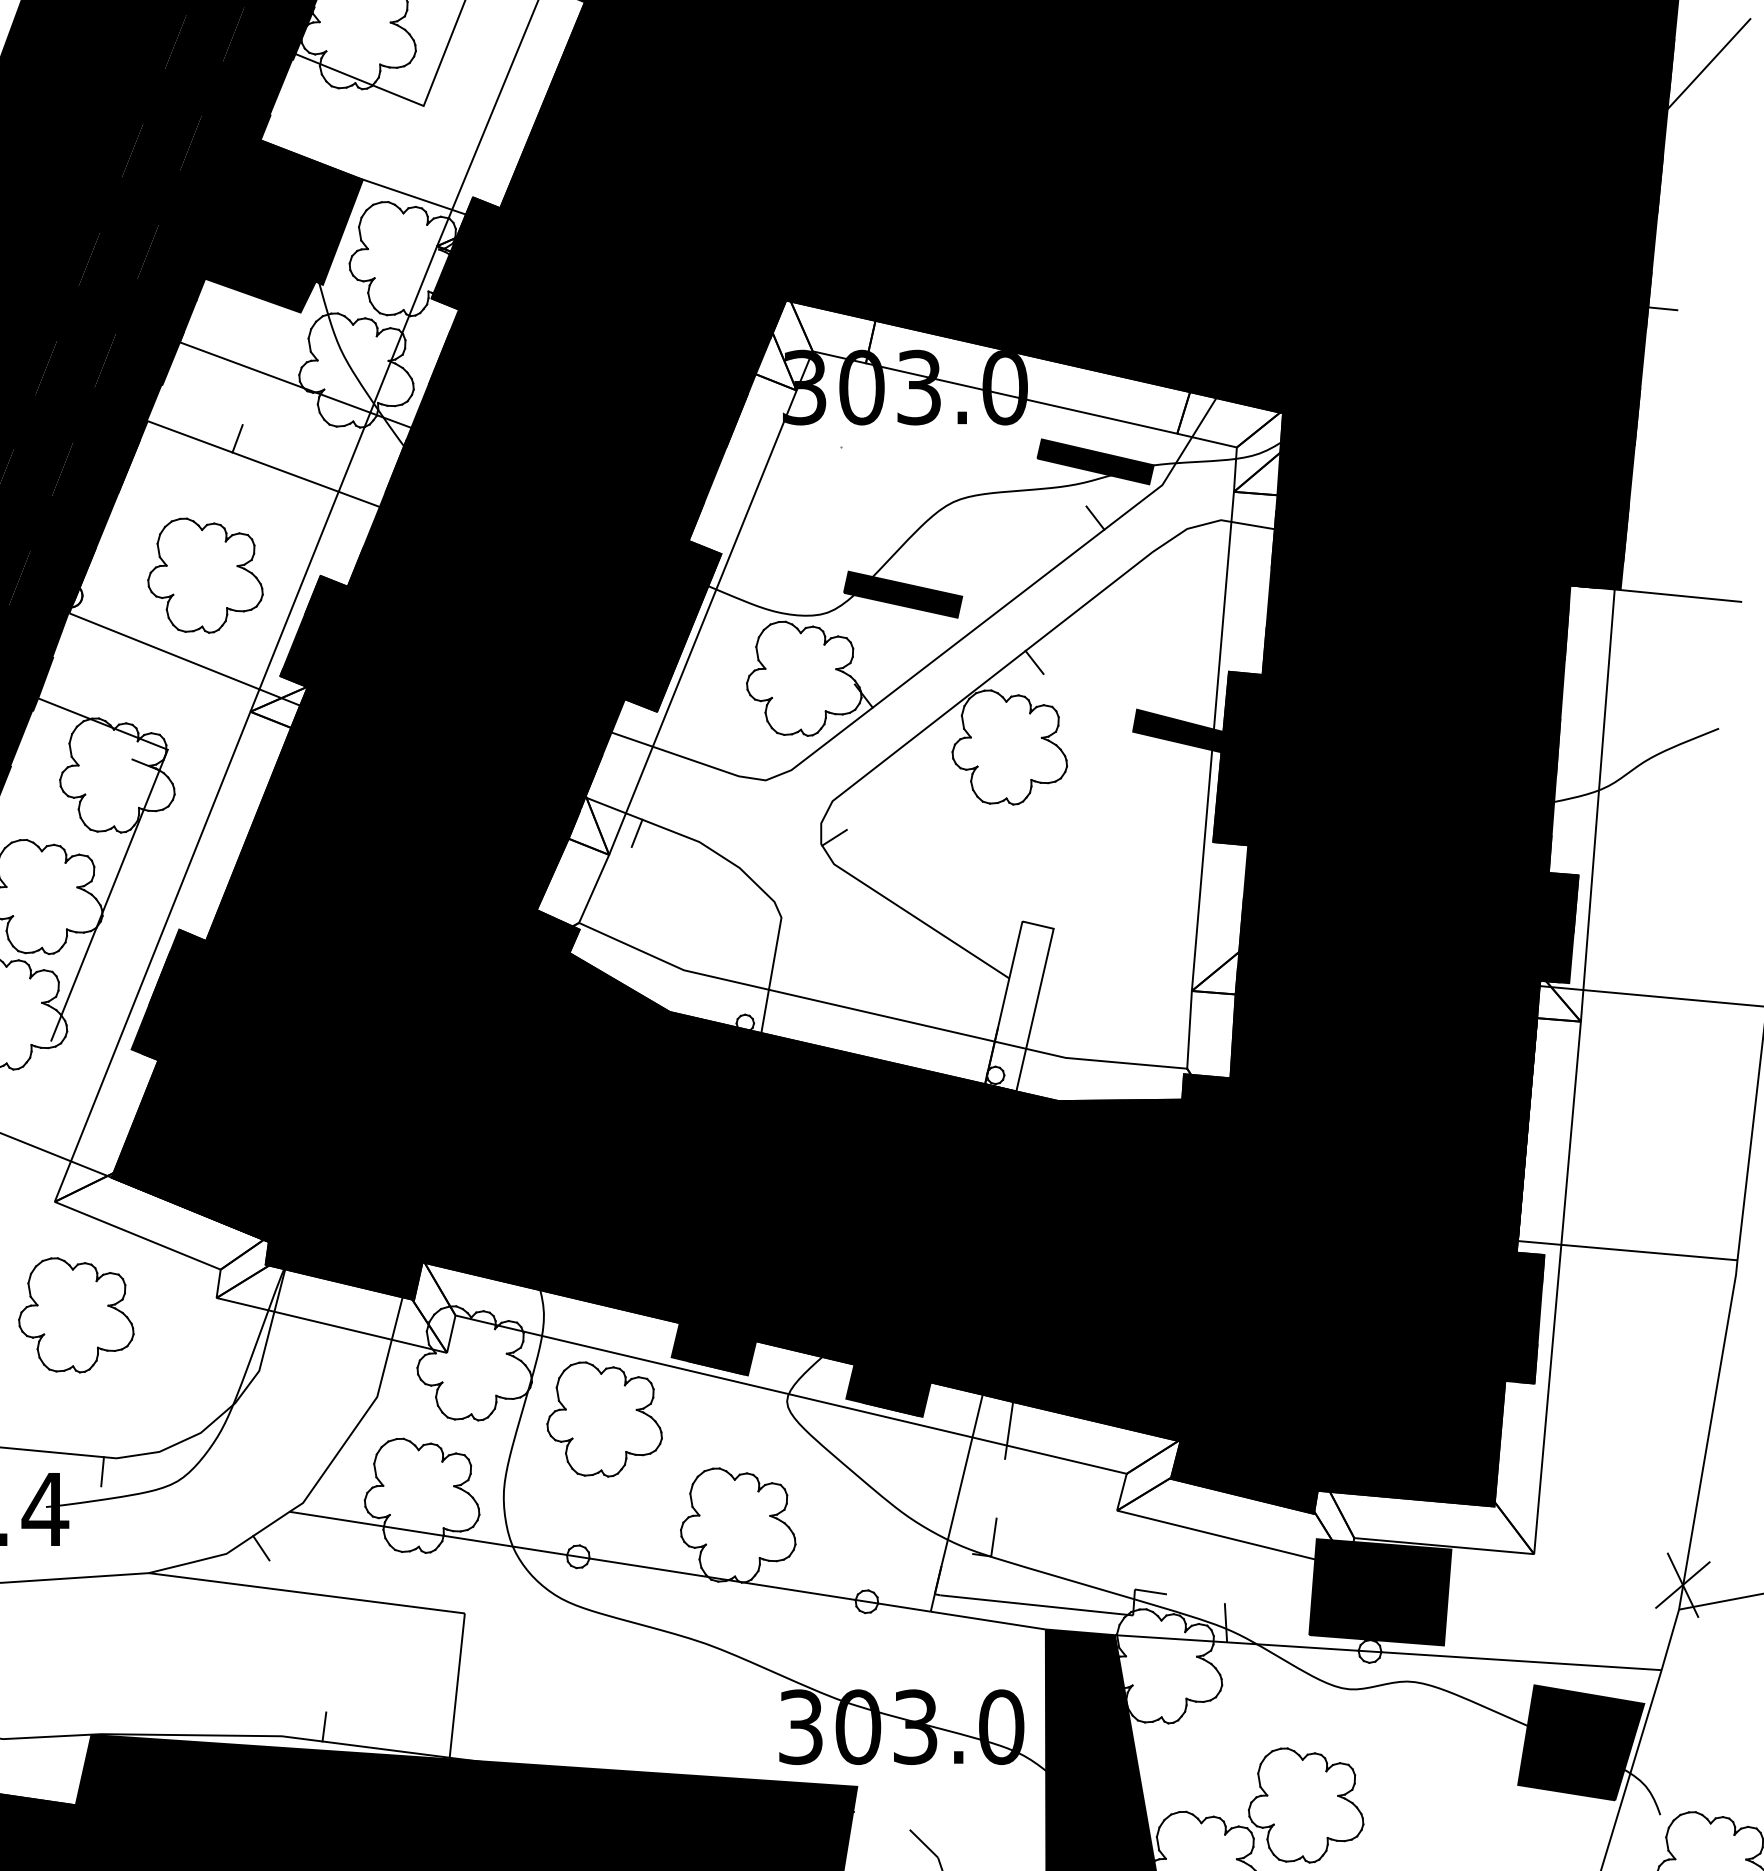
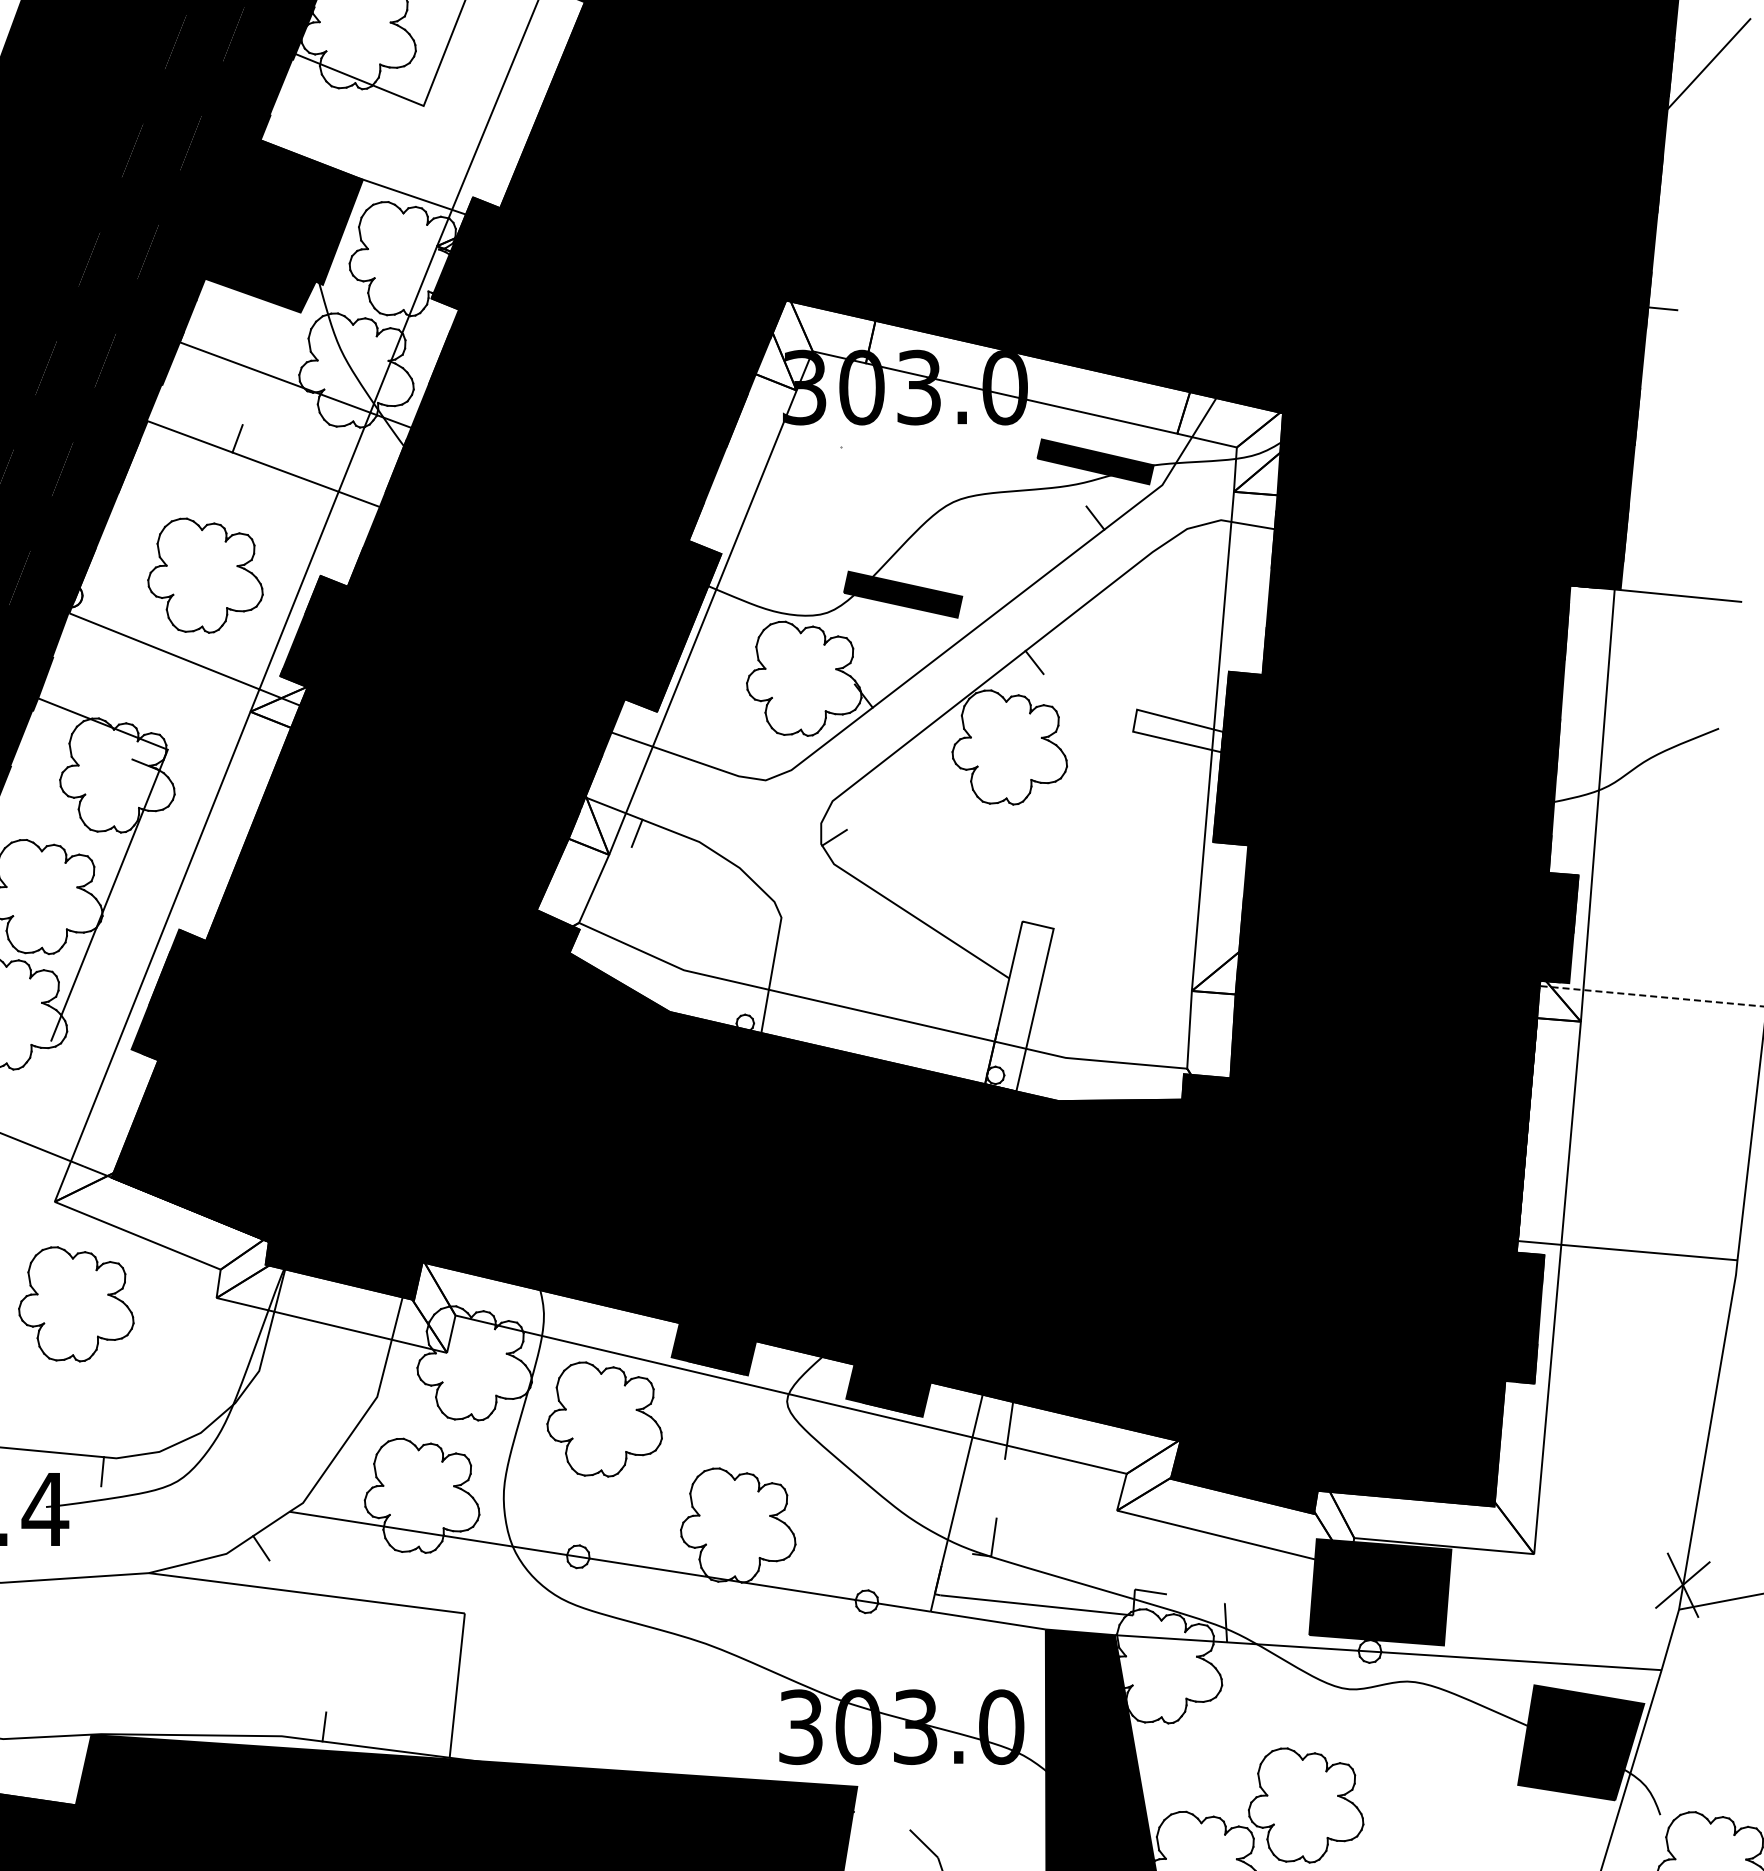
fill at (1178, 730): present -> none
line at (1651, 996): solid -> dashed
part at (76, 1315) position: (76, 1315) -> (76, 1304)
